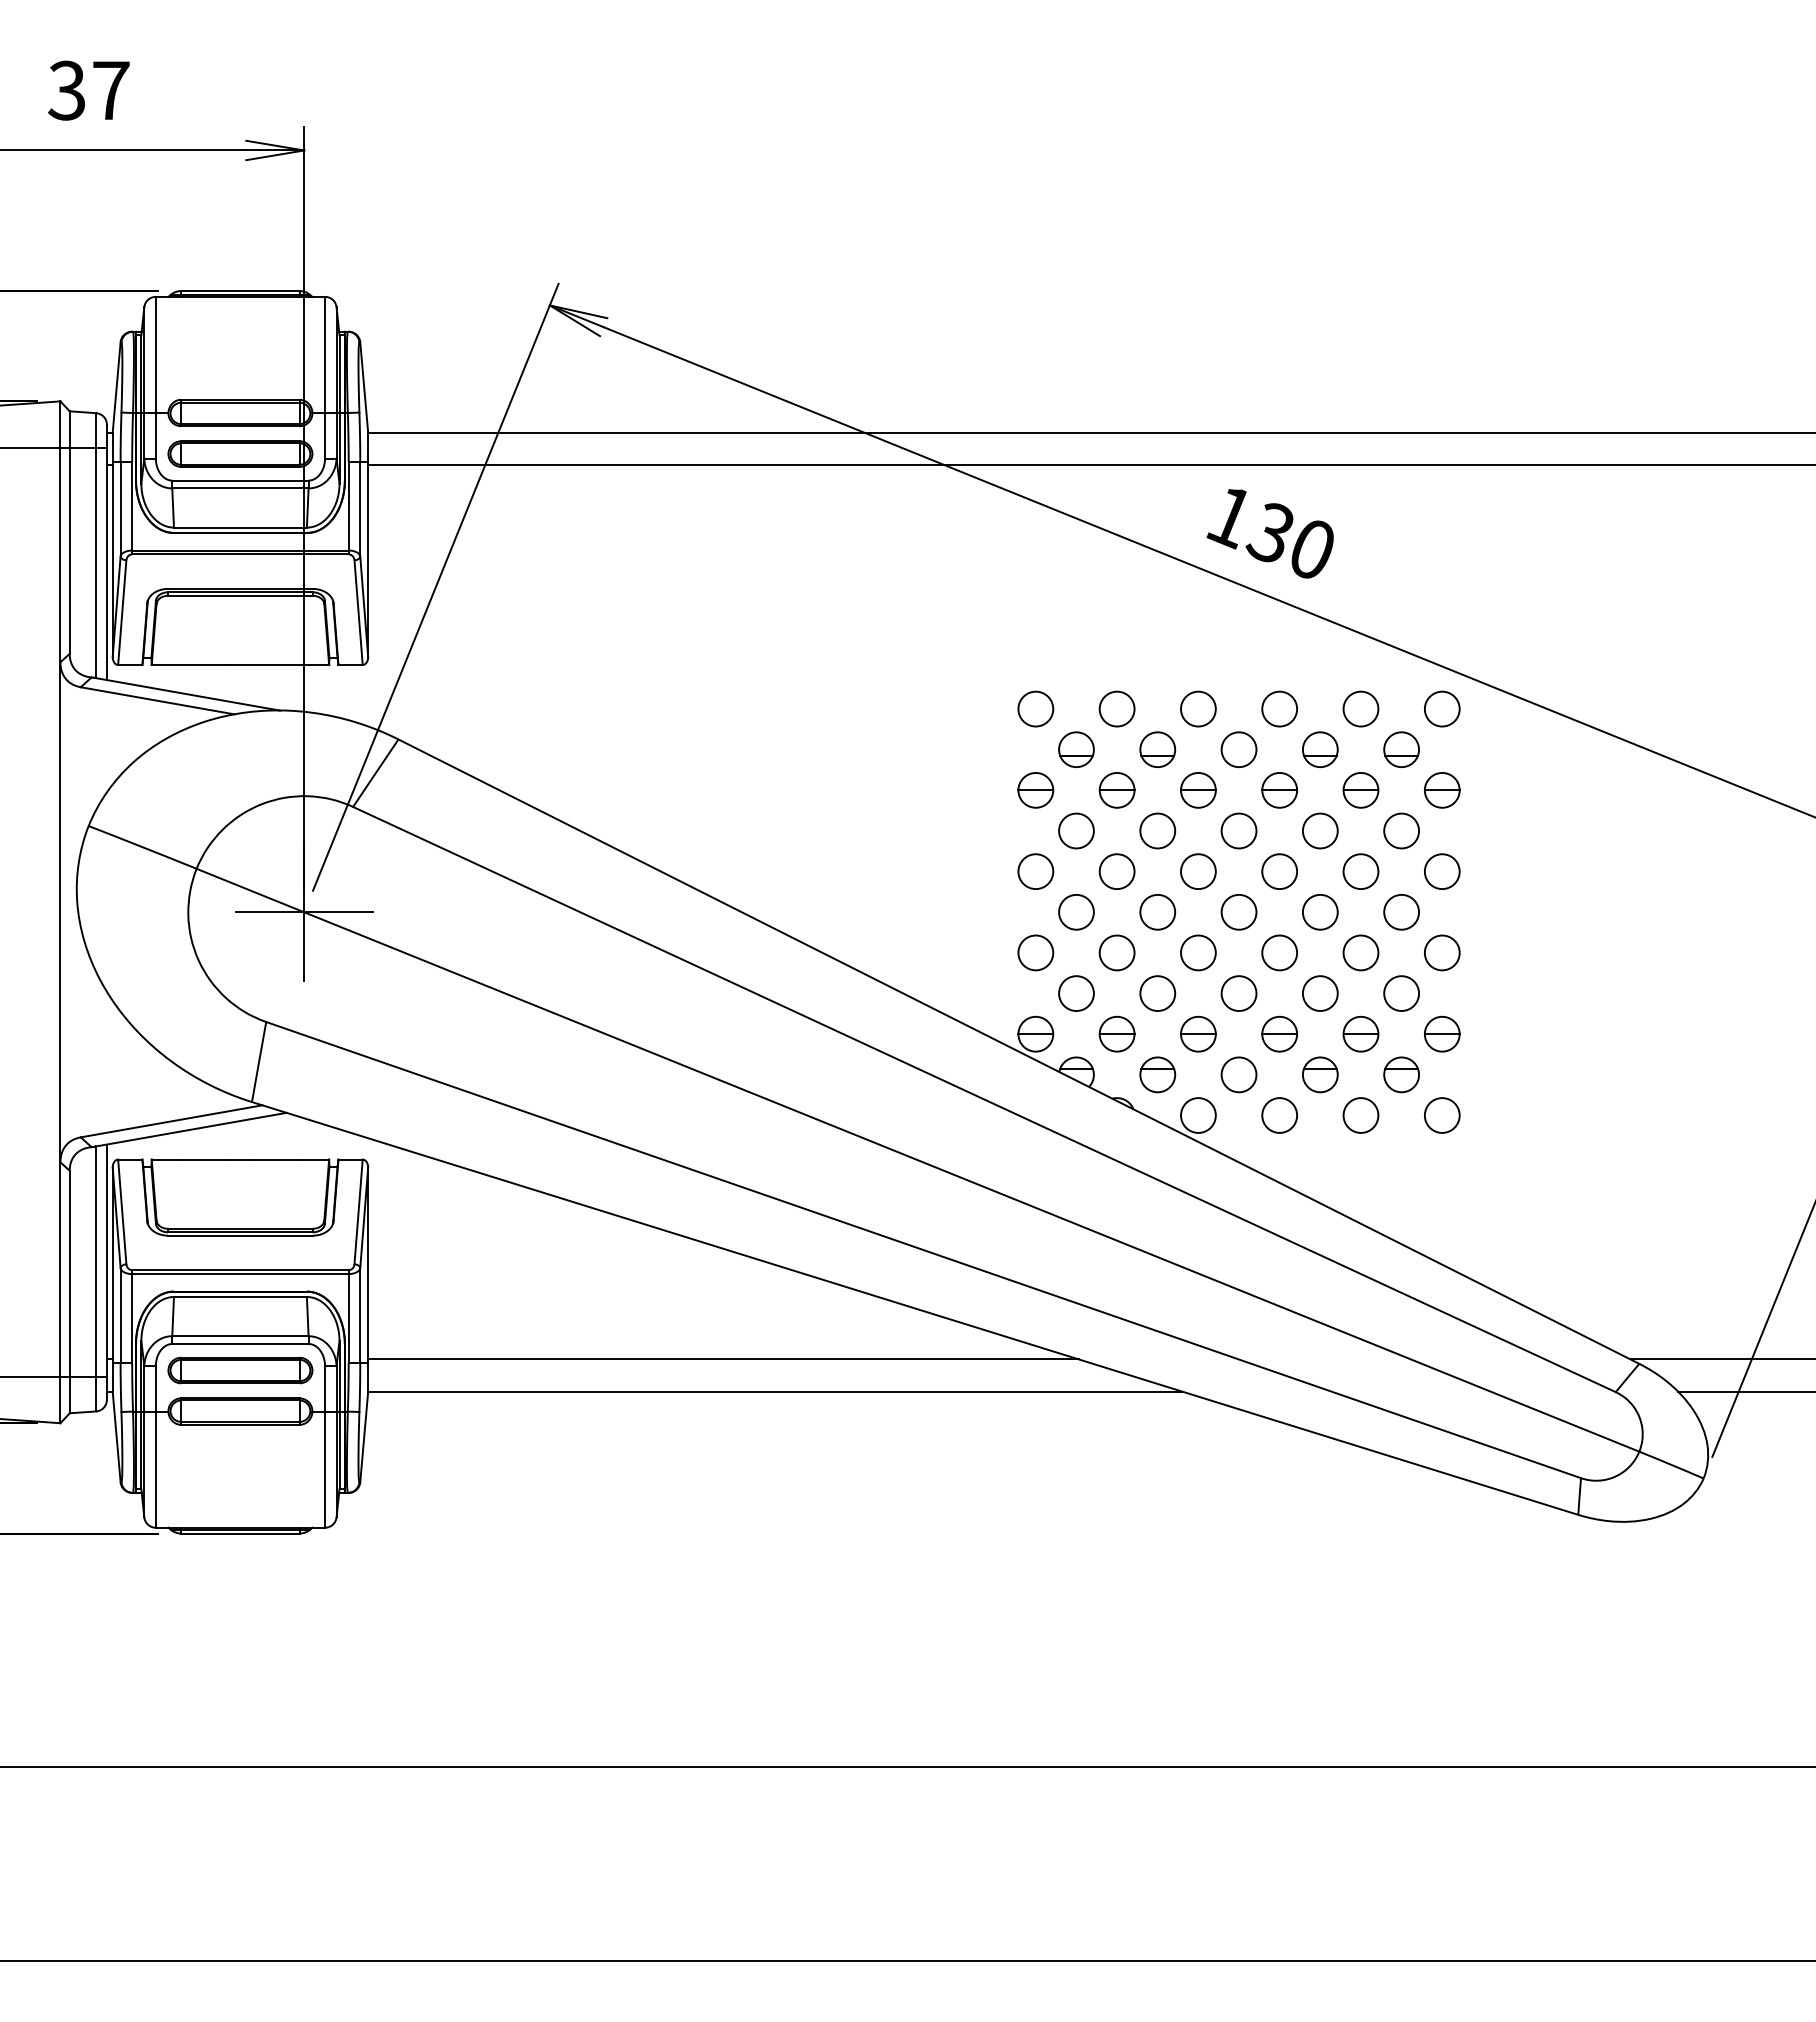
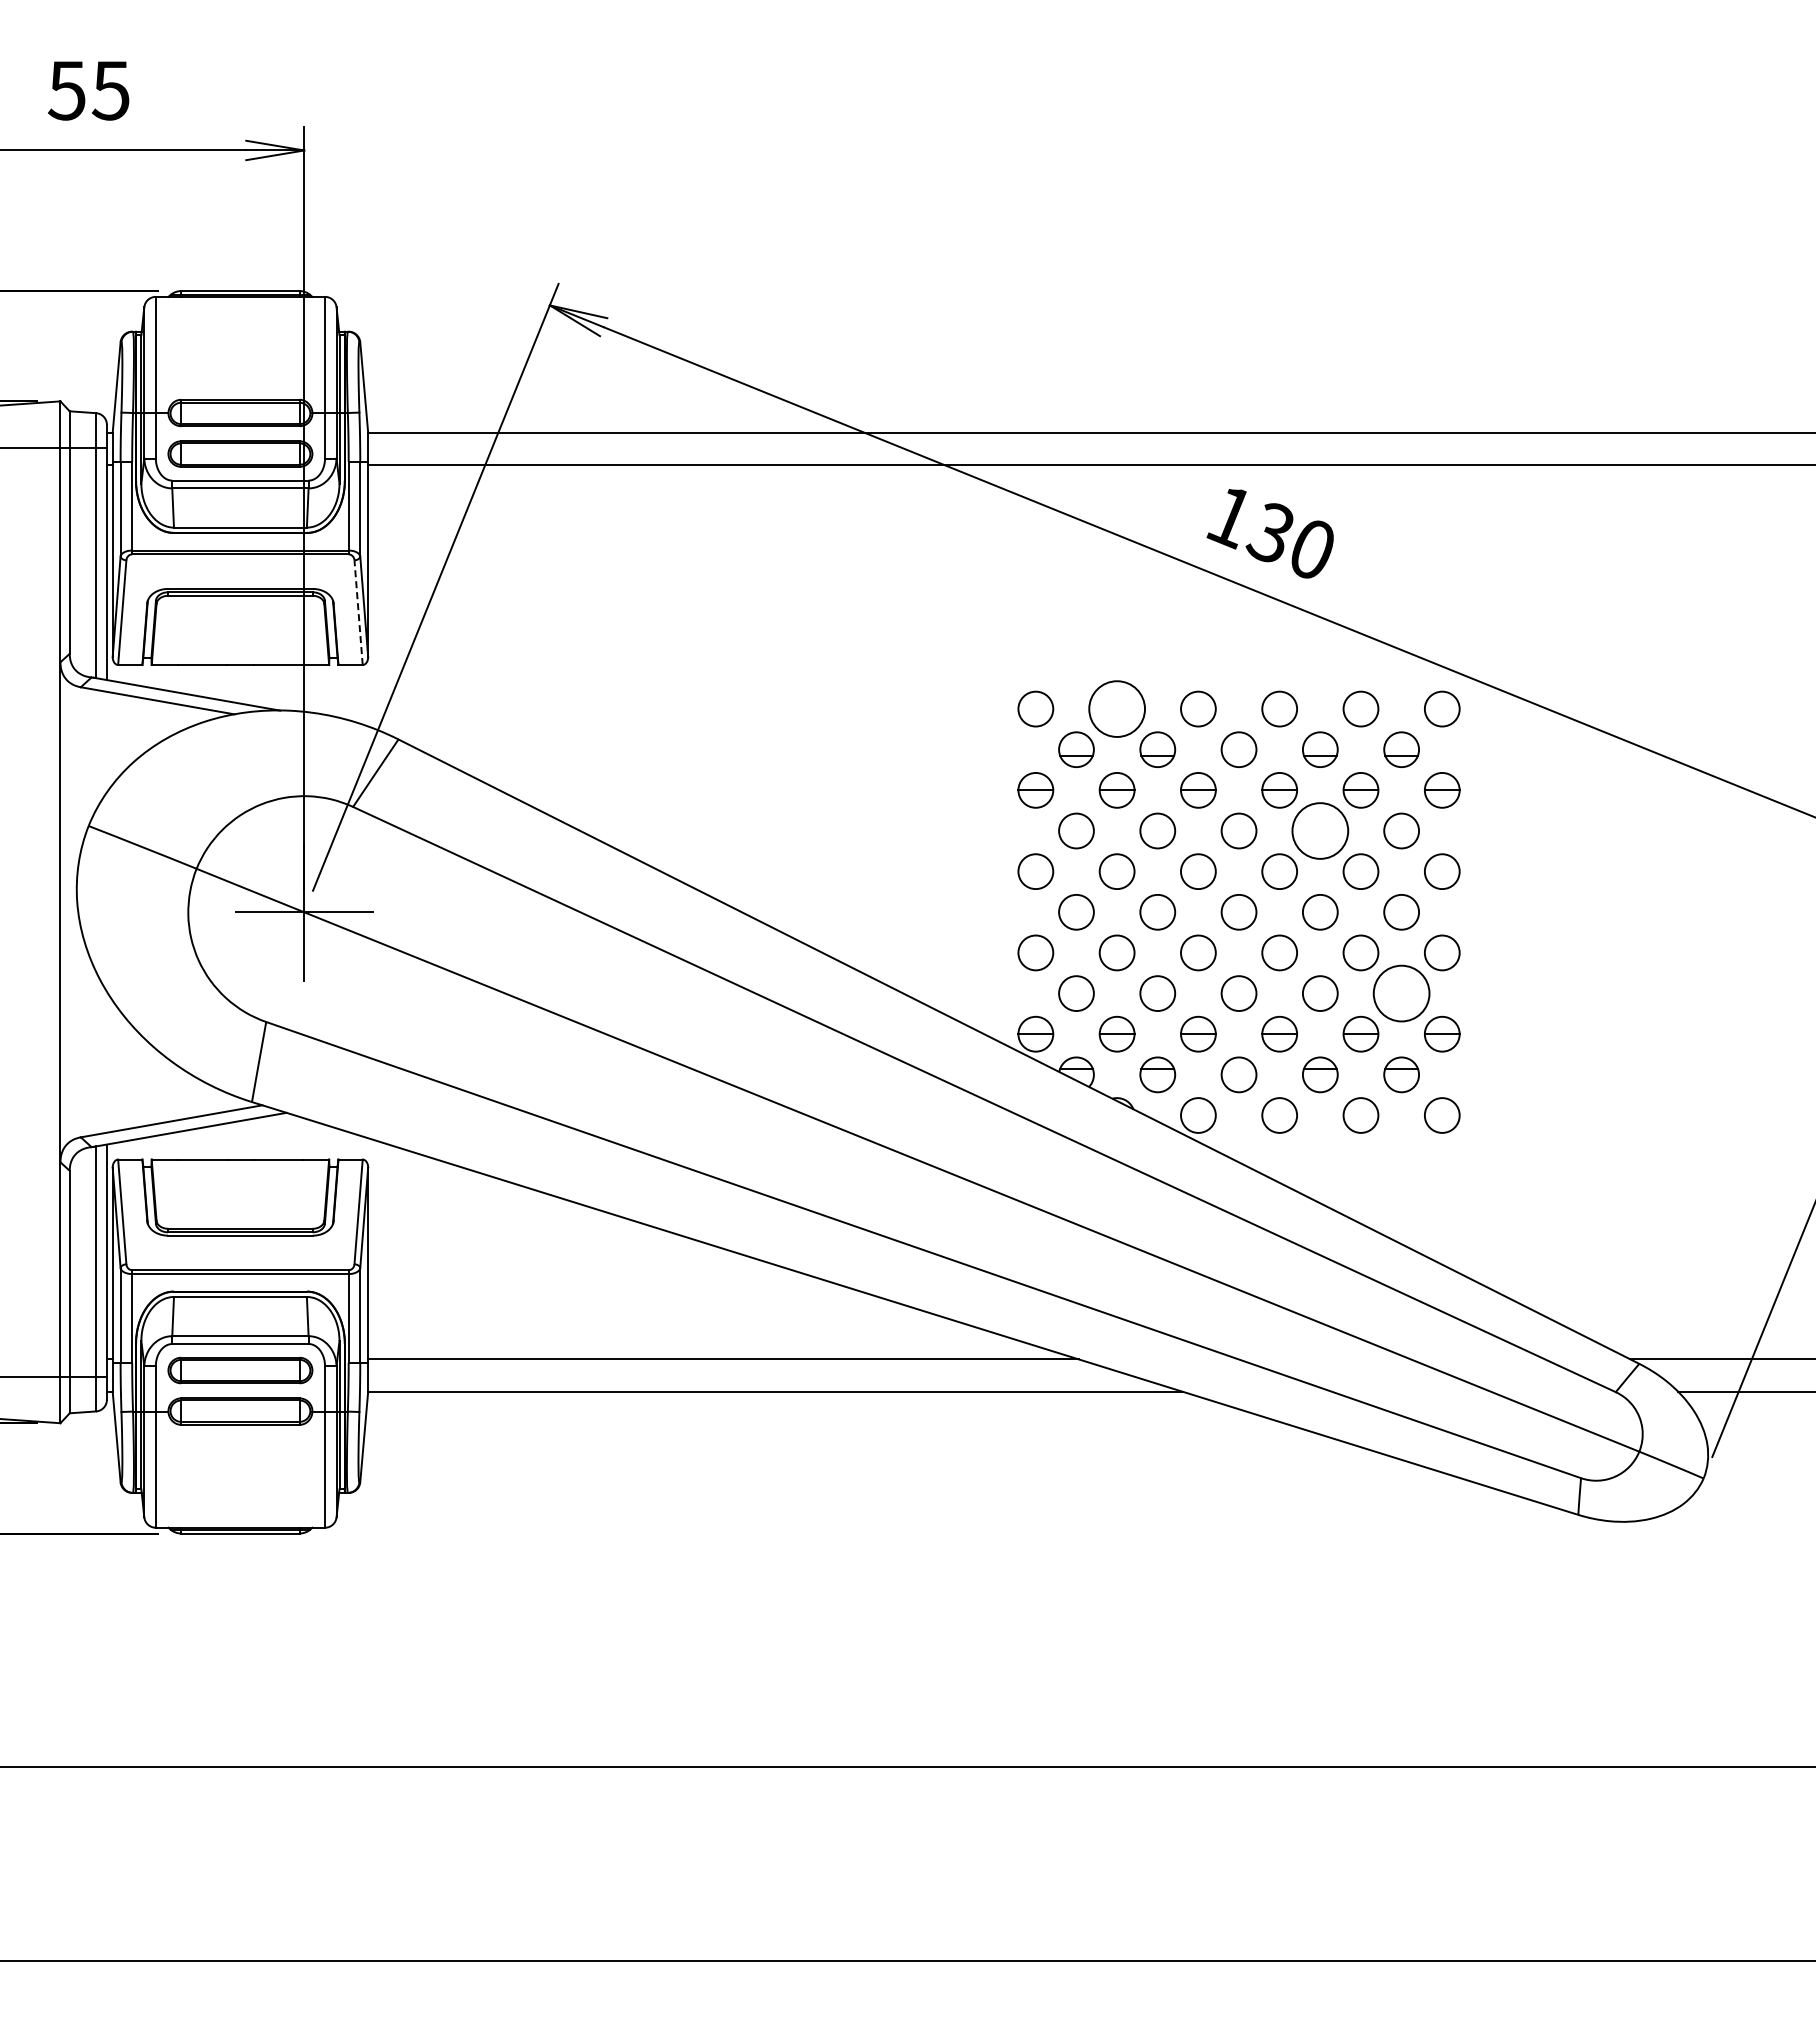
text at (88, 90): 37 -> 55
line at (358, 612): solid -> dashed
circle at (1116, 708) diameter: 35 px -> 56 px
circle at (1319, 830) diameter: 35 px -> 56 px
circle at (1401, 993) diameter: 35 px -> 56 px
